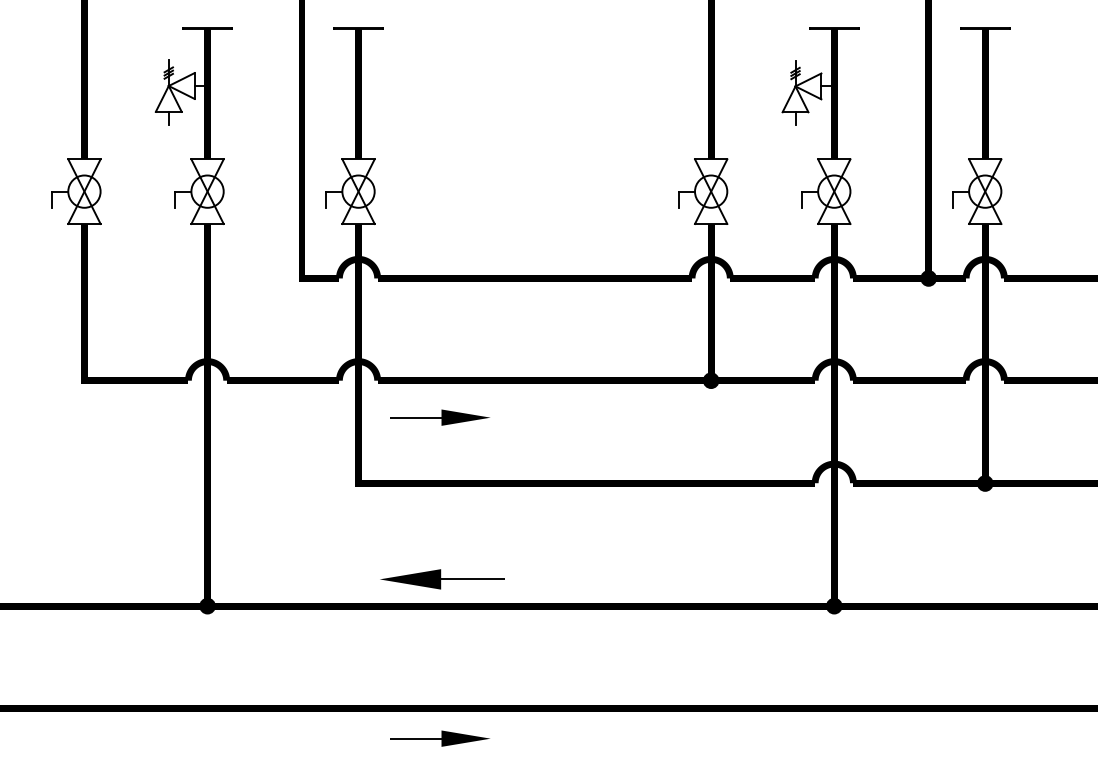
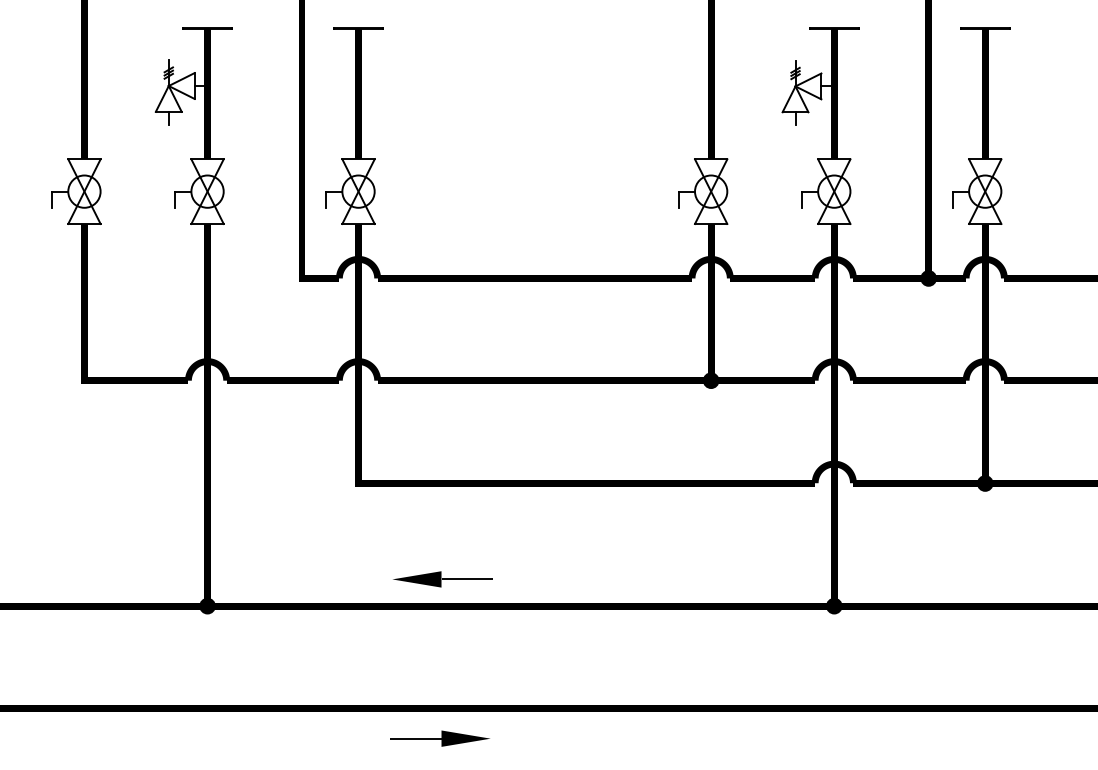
part at (439, 417): present -> none
part at (442, 579) size: 125x21 px -> 100x17 px
